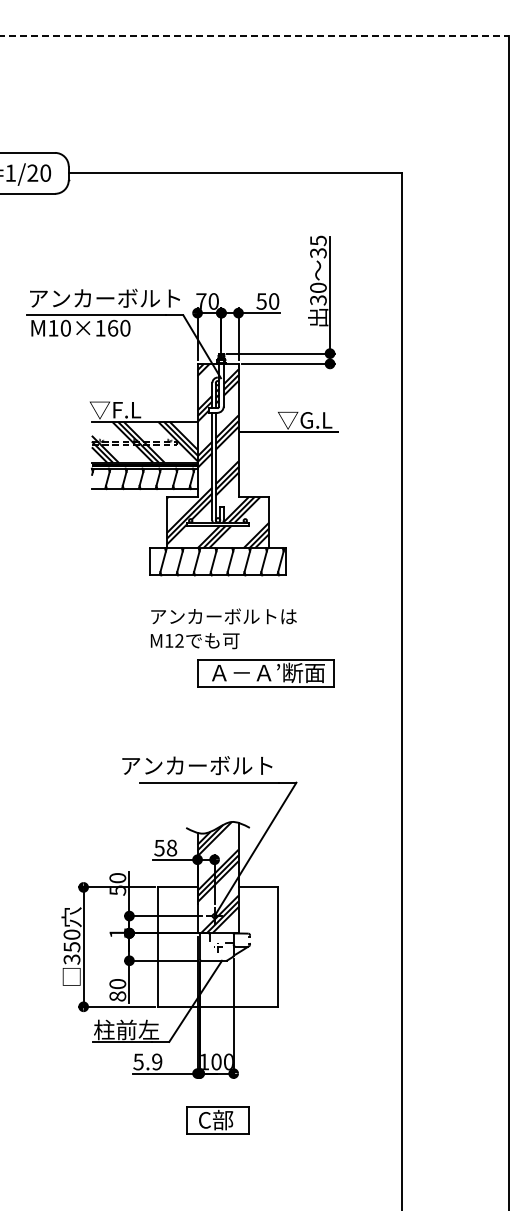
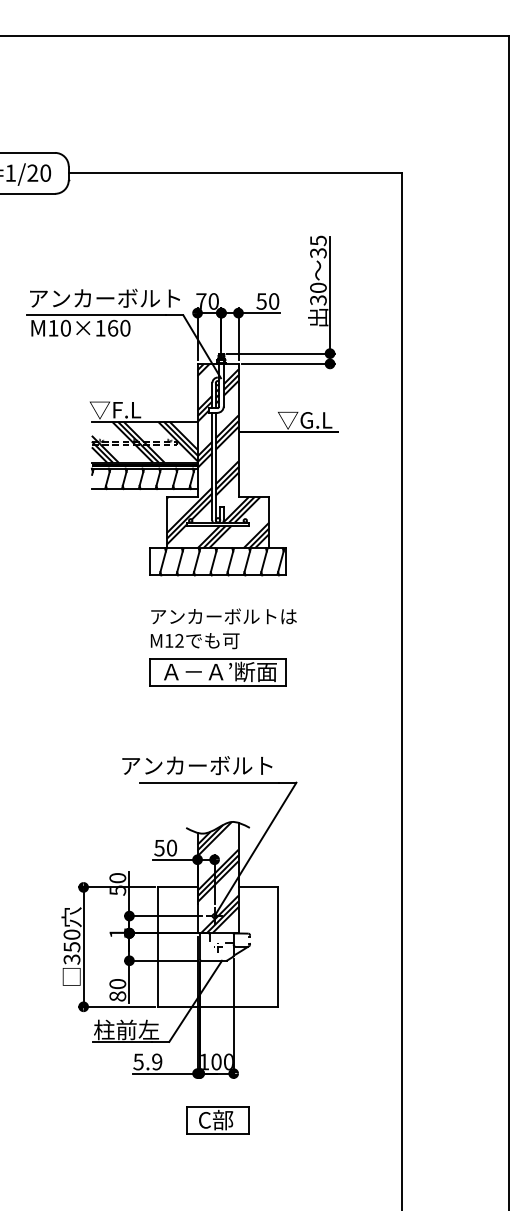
line at (255, 36): dashed -> solid
part at (265, 673) position: (265, 673) -> (217, 672)
text at (171, 848): 58 -> 50
